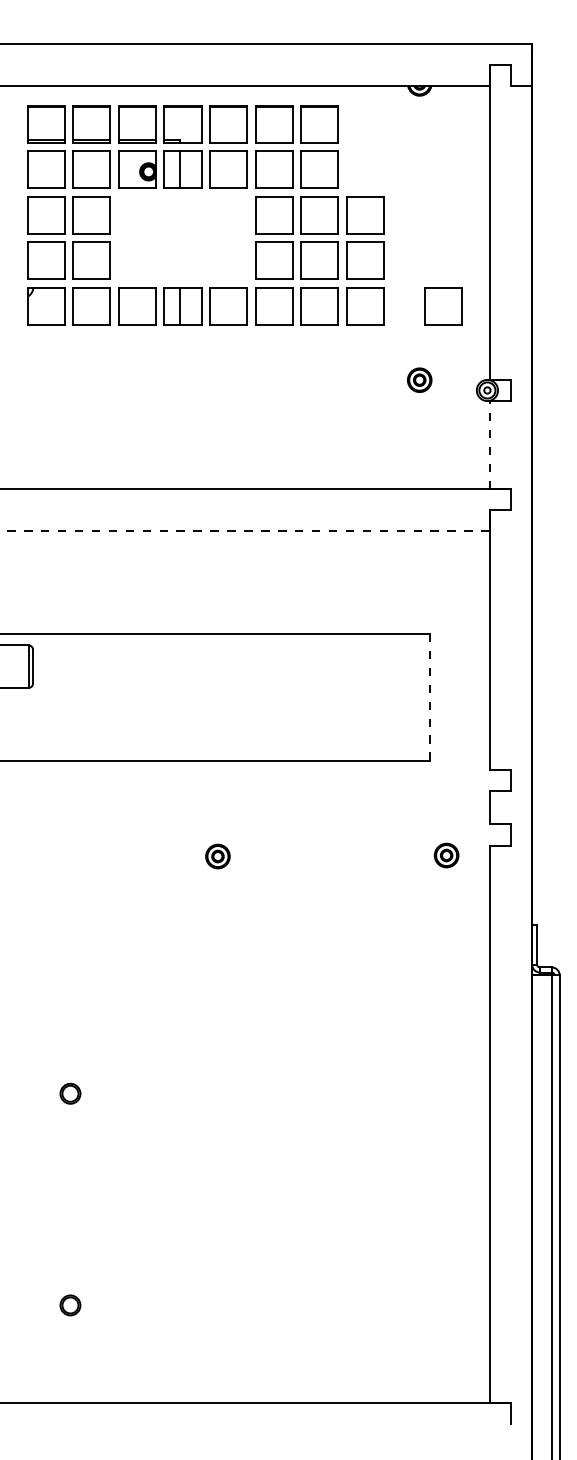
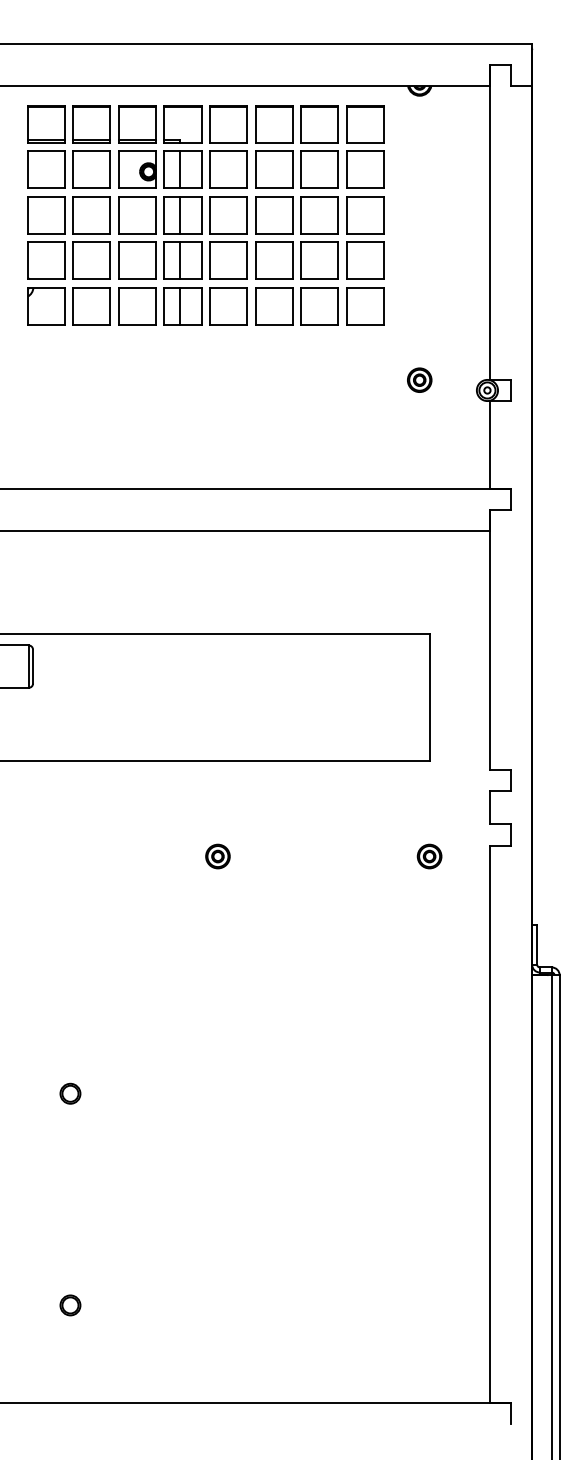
part at (365, 146): none -> present
part at (182, 237): none -> present
part at (443, 306): present -> none
line at (489, 444): dashed -> solid
line at (244, 531): dashed -> solid
line at (429, 696): dashed -> solid
part at (446, 855) position: (446, 855) -> (429, 856)
